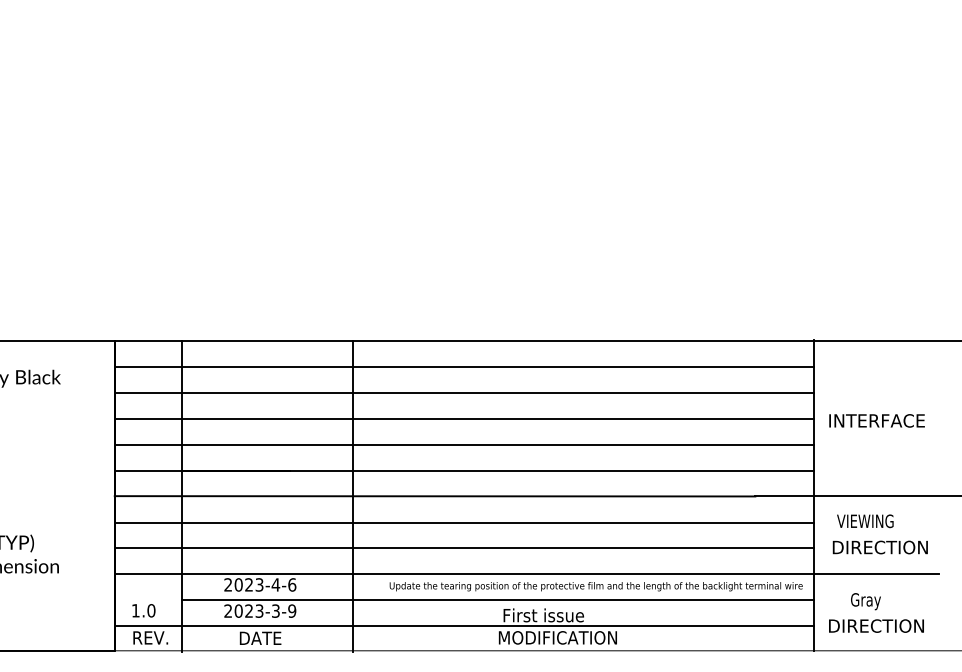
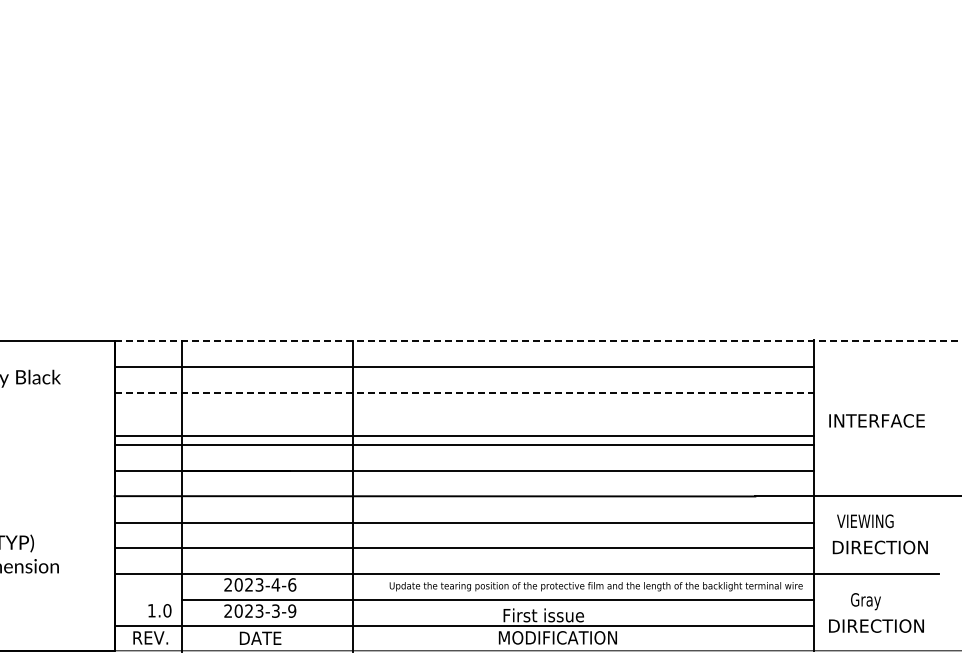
line at (538, 340): solid -> dashed
line at (464, 392): solid -> dashed
line at (464, 418) position: (464, 418) -> (464, 435)
text at (143, 610) position: (143, 610) -> (159, 610)
